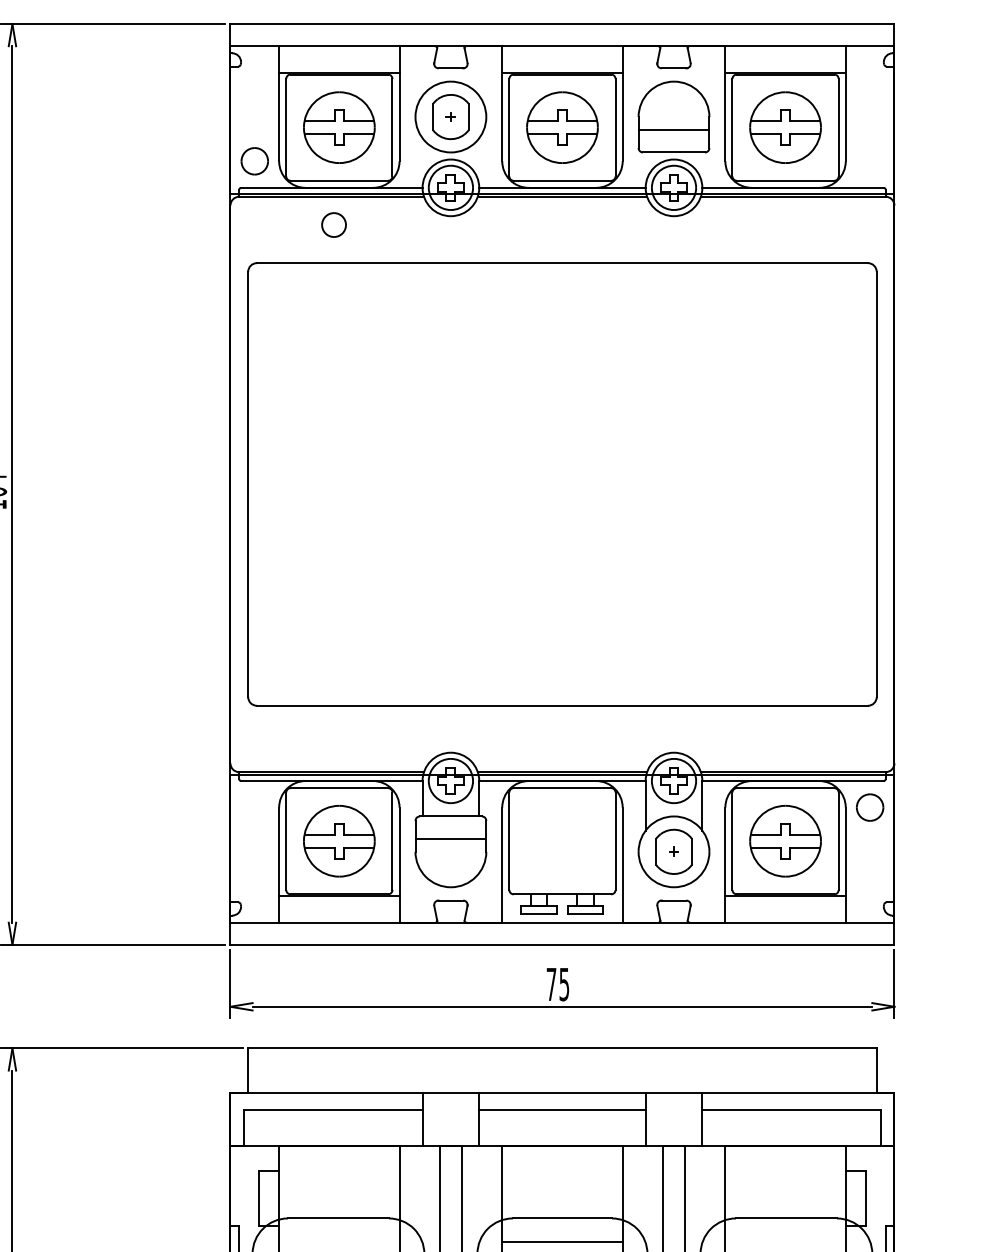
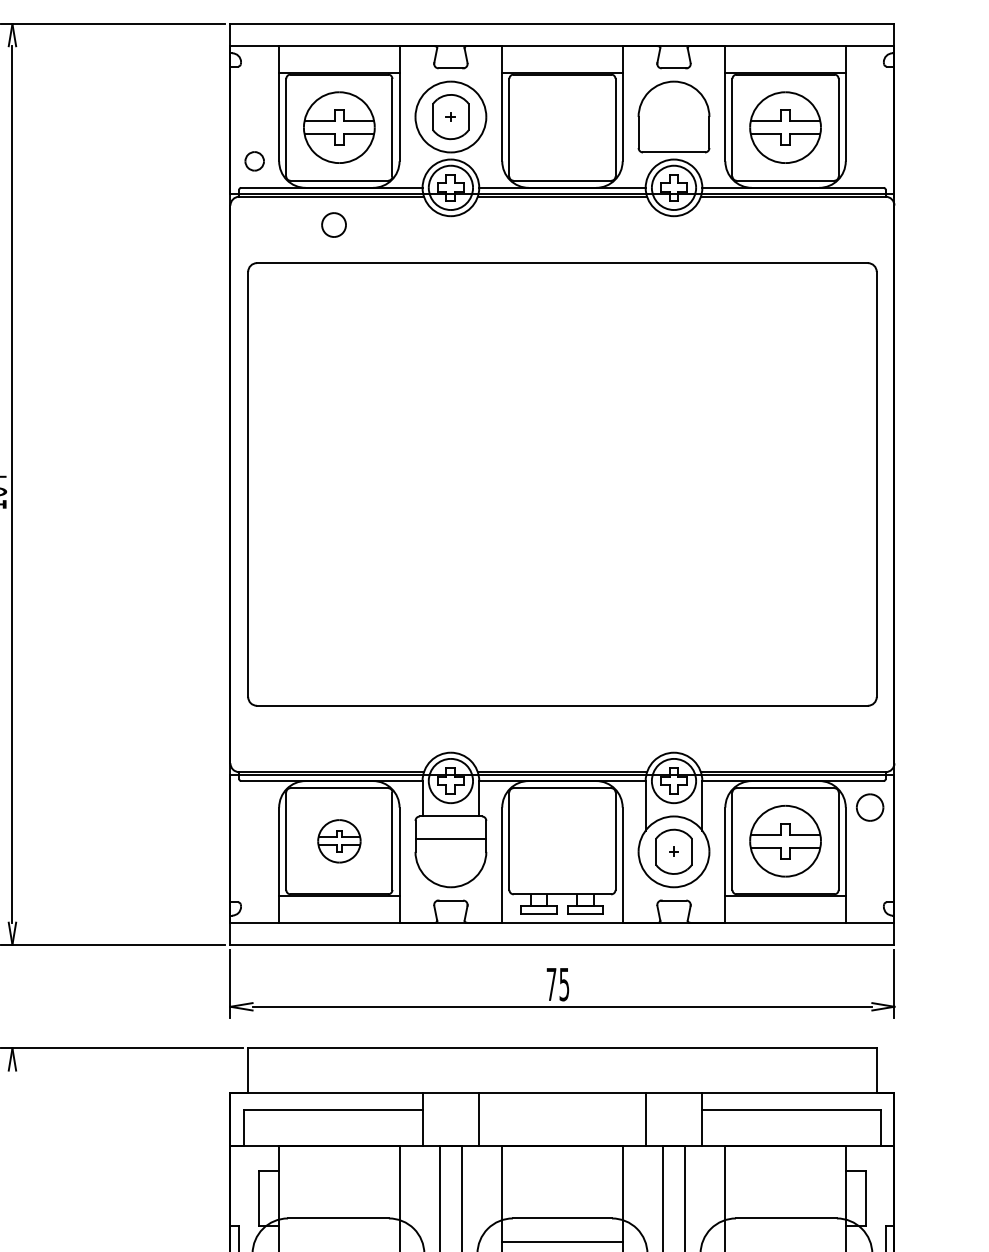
part at (562, 127): present -> none
line at (673, 130): present -> none
part at (254, 161) size: 29x29 px -> 21x21 px
part at (339, 841) size: 73x73 px -> 45x45 px
line at (562, 1110): present -> none
line at (12, 1159): present -> none
